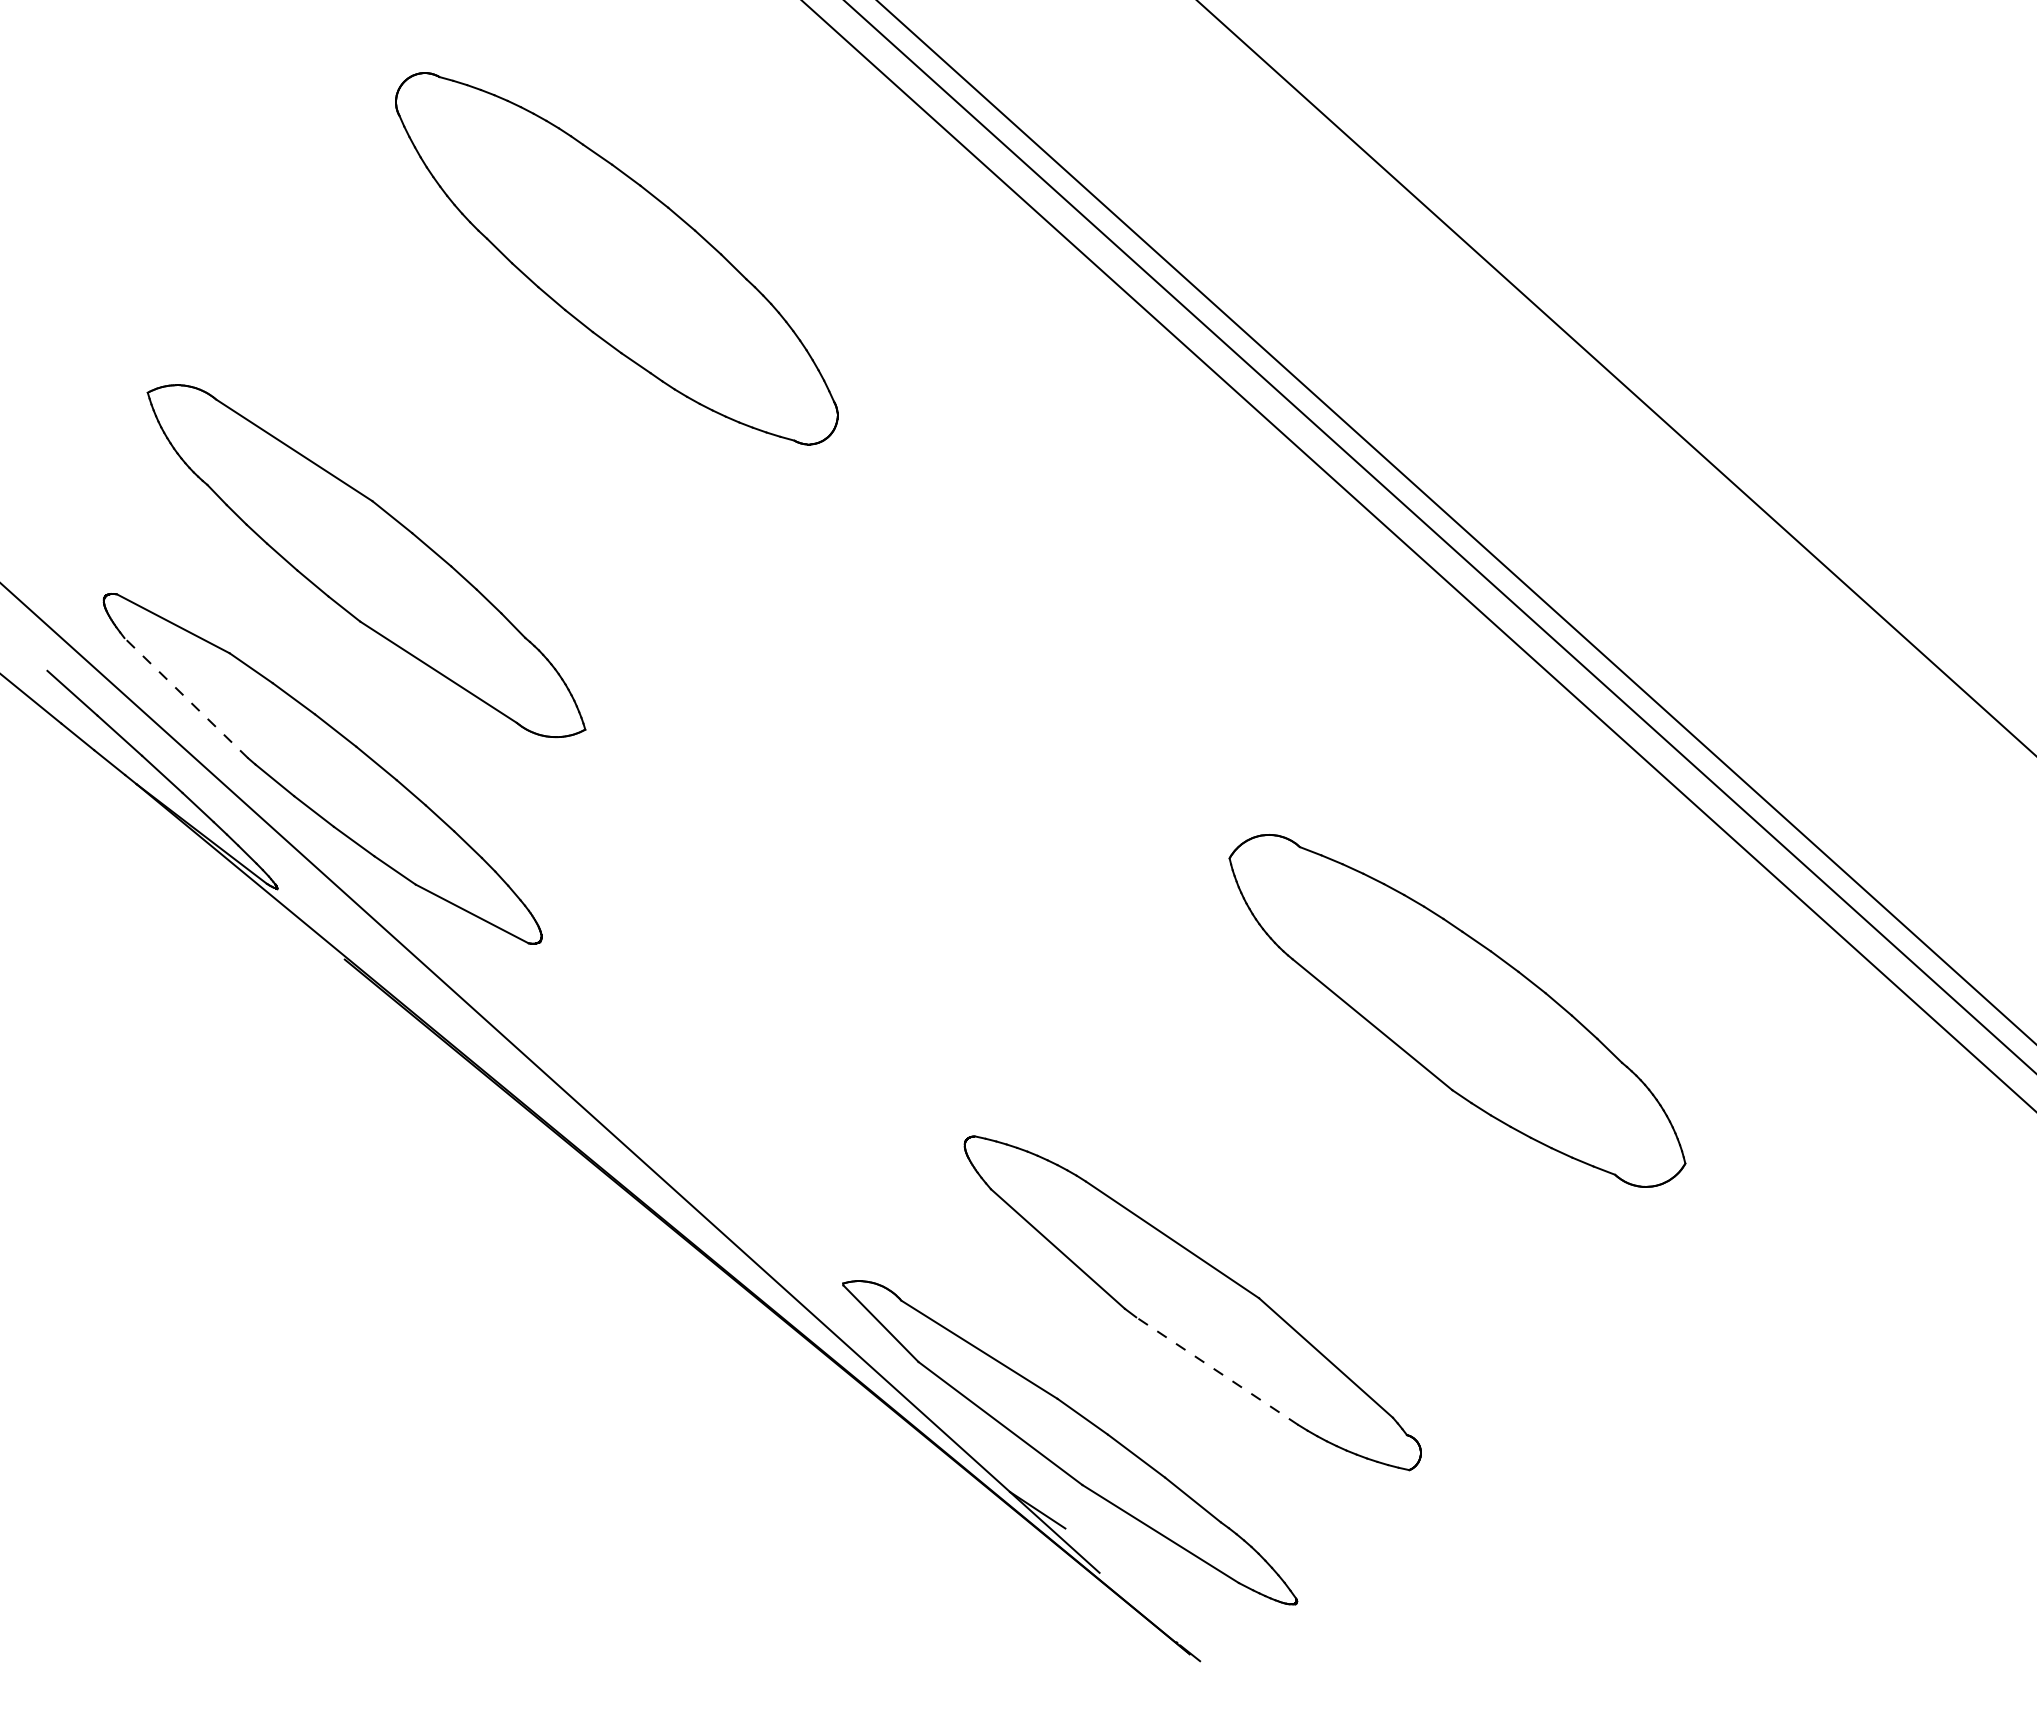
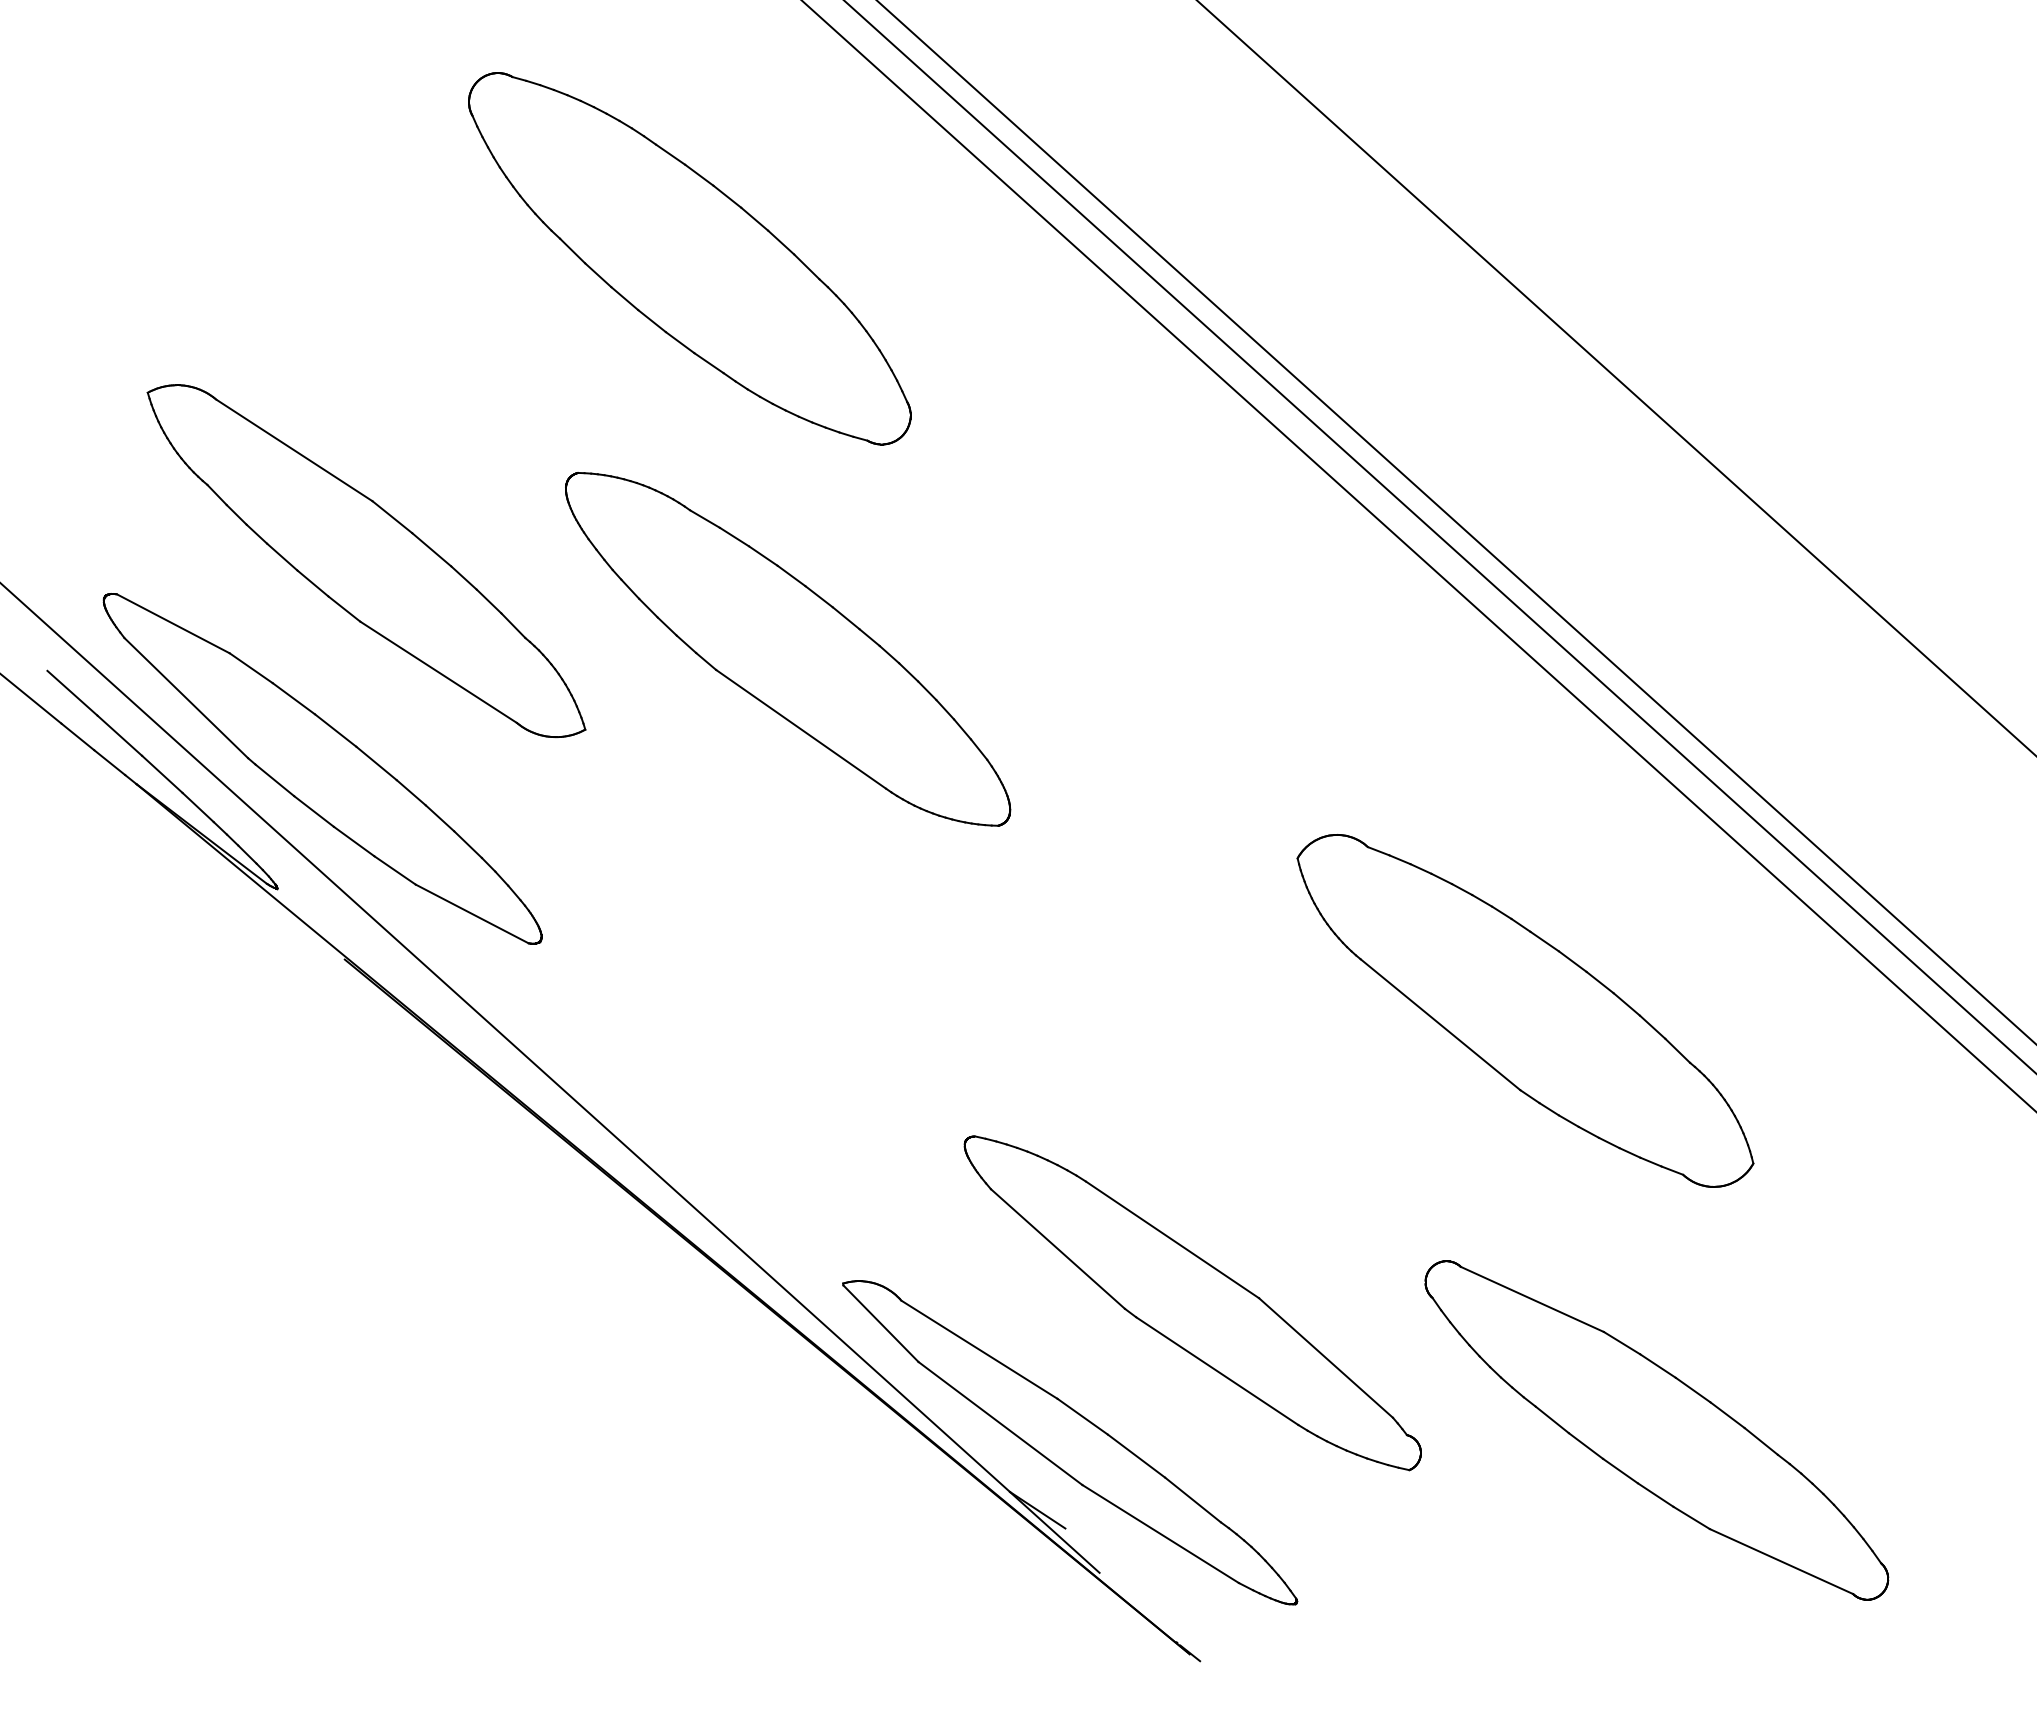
part at (616, 258) position: (616, 258) -> (689, 258)
part at (788, 649): none -> present
line at (185, 697): dashed -> solid
part at (1457, 1010) position: (1457, 1010) -> (1525, 1010)
line at (1216, 1370): dashed -> solid
part at (1656, 1430): none -> present
